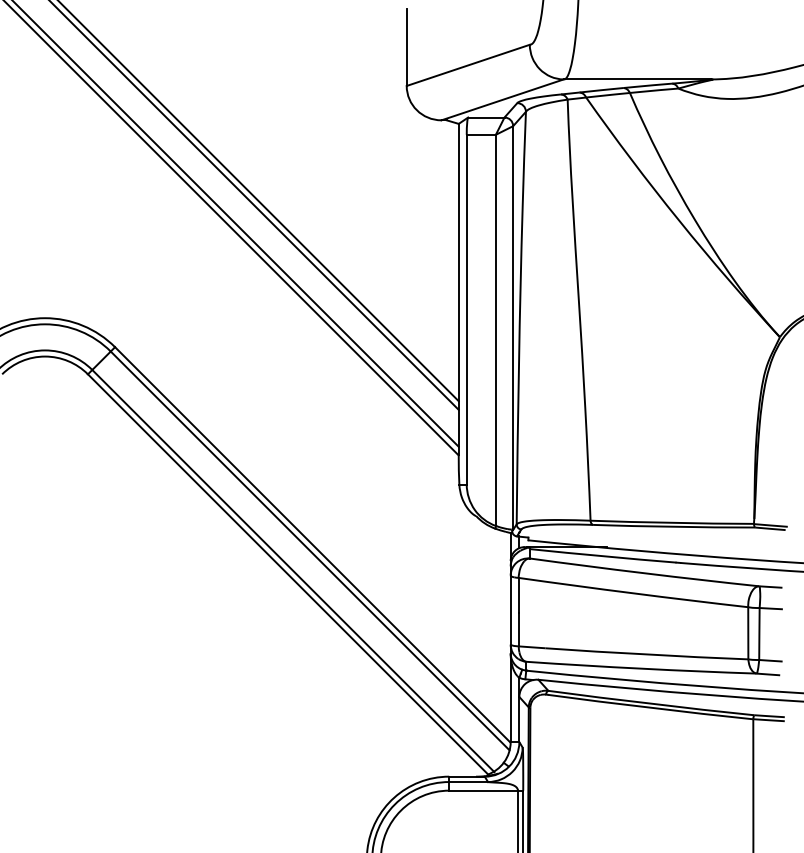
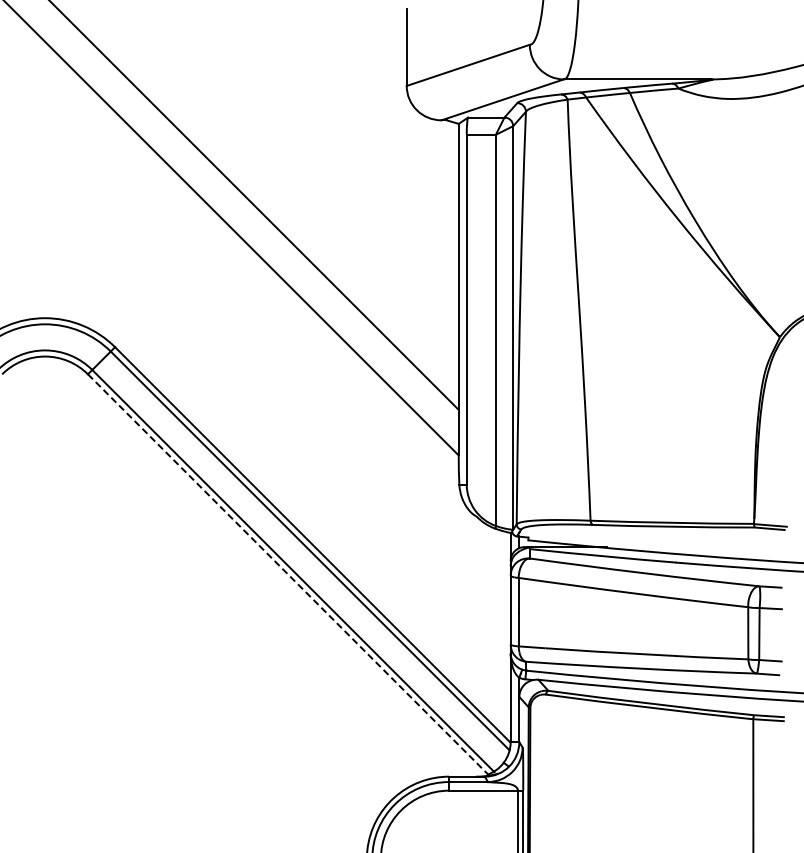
line at (258, 201): present -> none
line at (236, 224): present -> none
line at (288, 574): solid -> dashed
